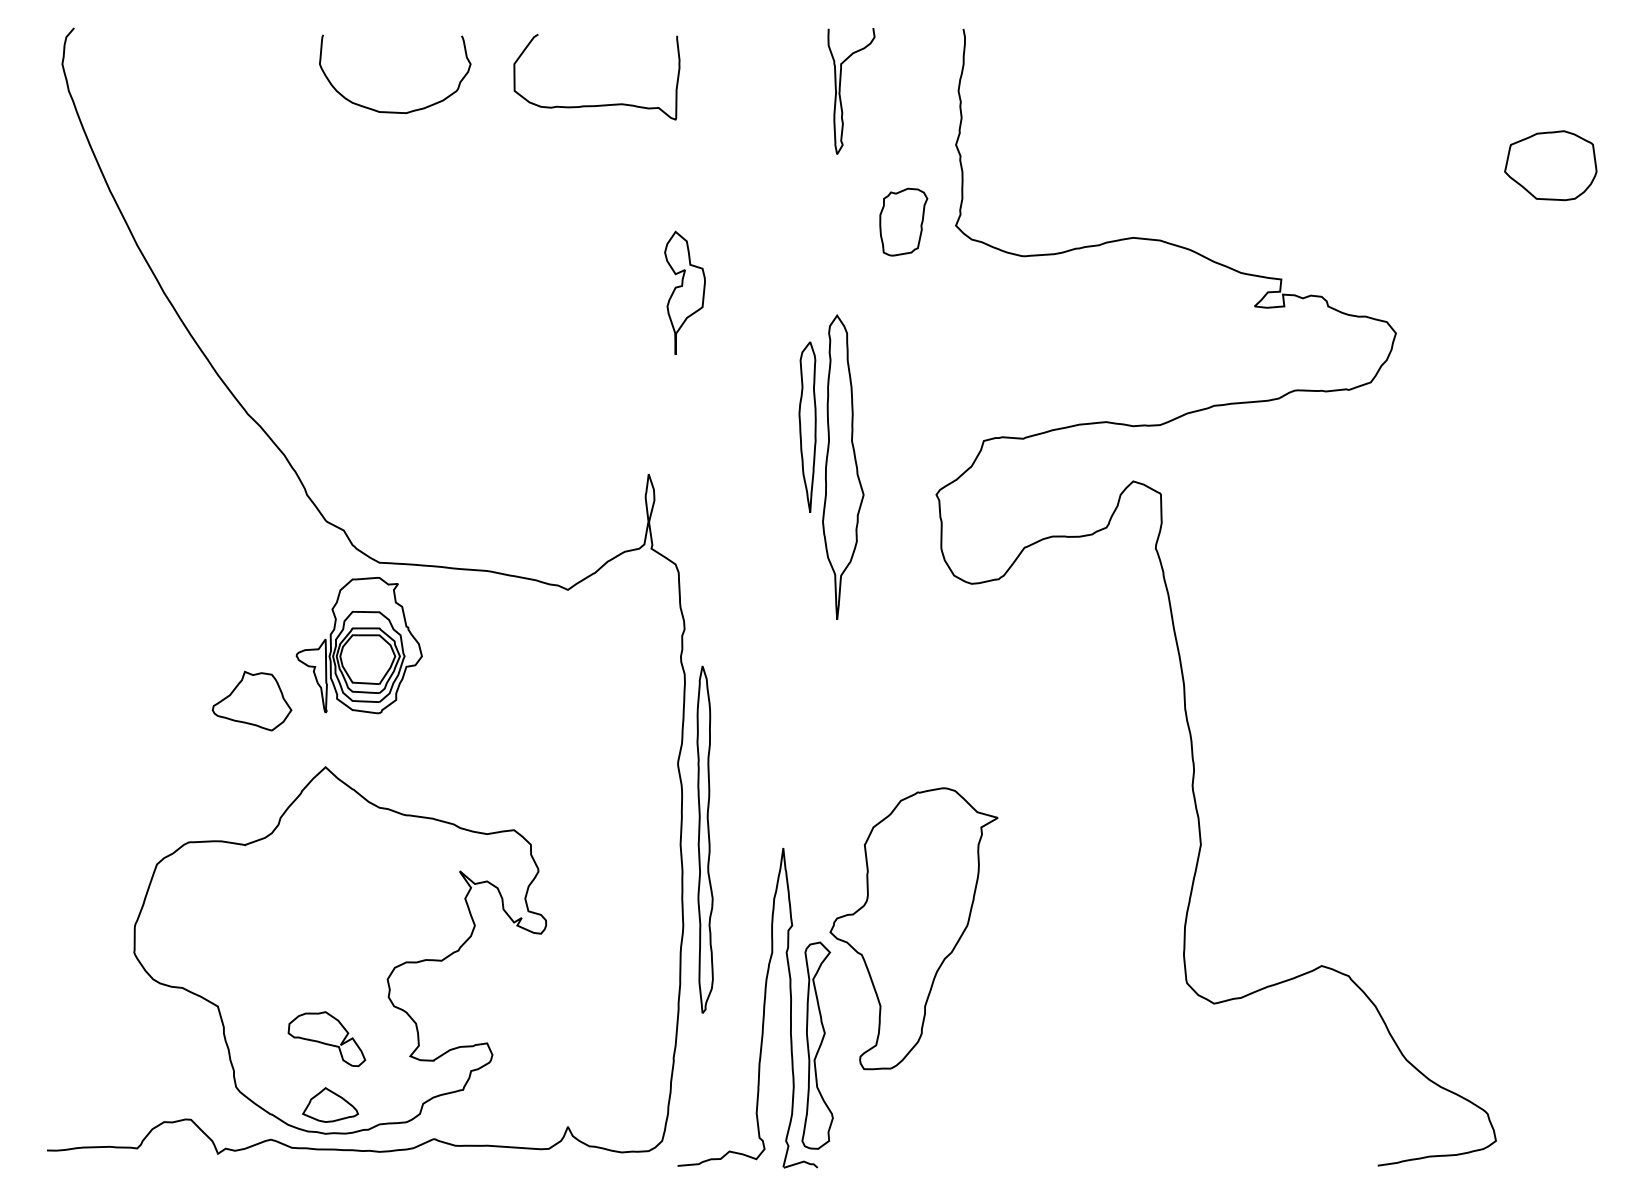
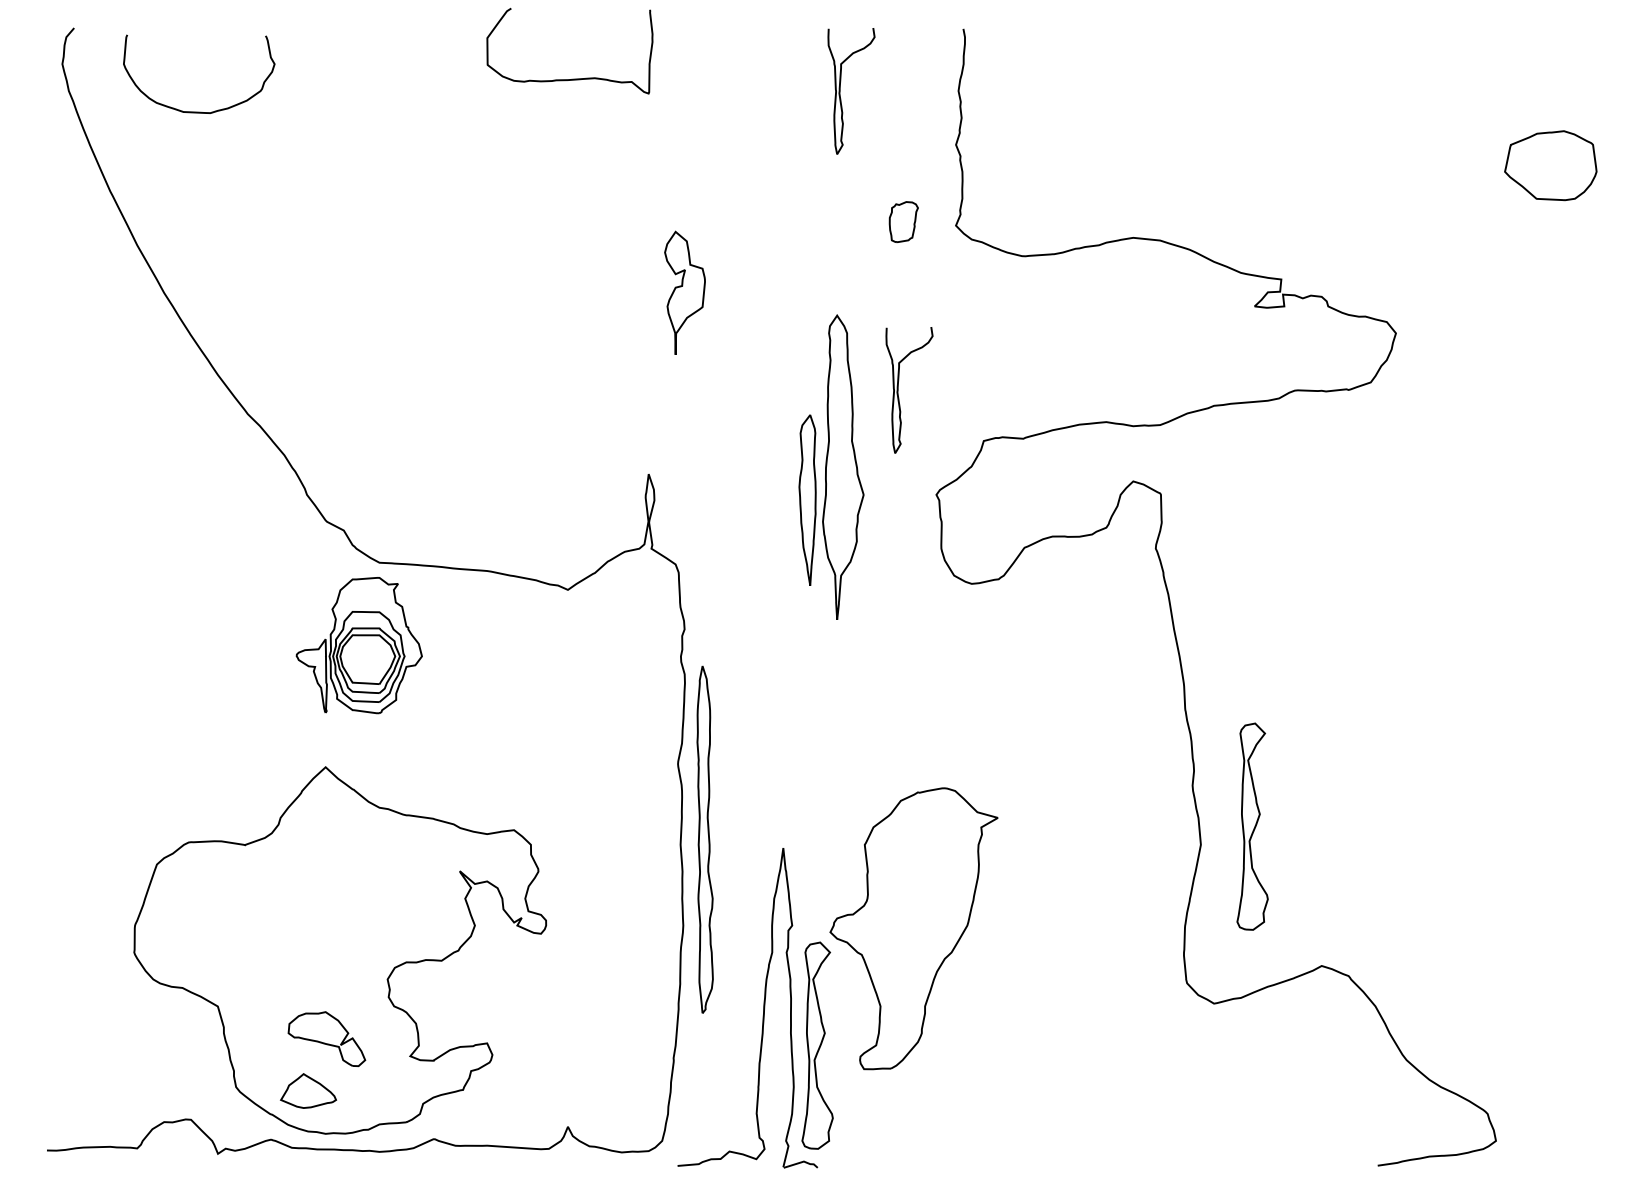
curve at (599, 104) position: (599, 104) -> (572, 78)
curve at (395, 111) position: (395, 111) -> (199, 111)
part at (903, 221) size: 50x70 px -> 31x42 px
curve at (898, 390): none -> present
part at (807, 426) position: (807, 426) -> (807, 499)
part at (251, 700): present -> none
part at (1252, 826): none -> present
part at (330, 1104) position: (330, 1104) -> (308, 1090)
